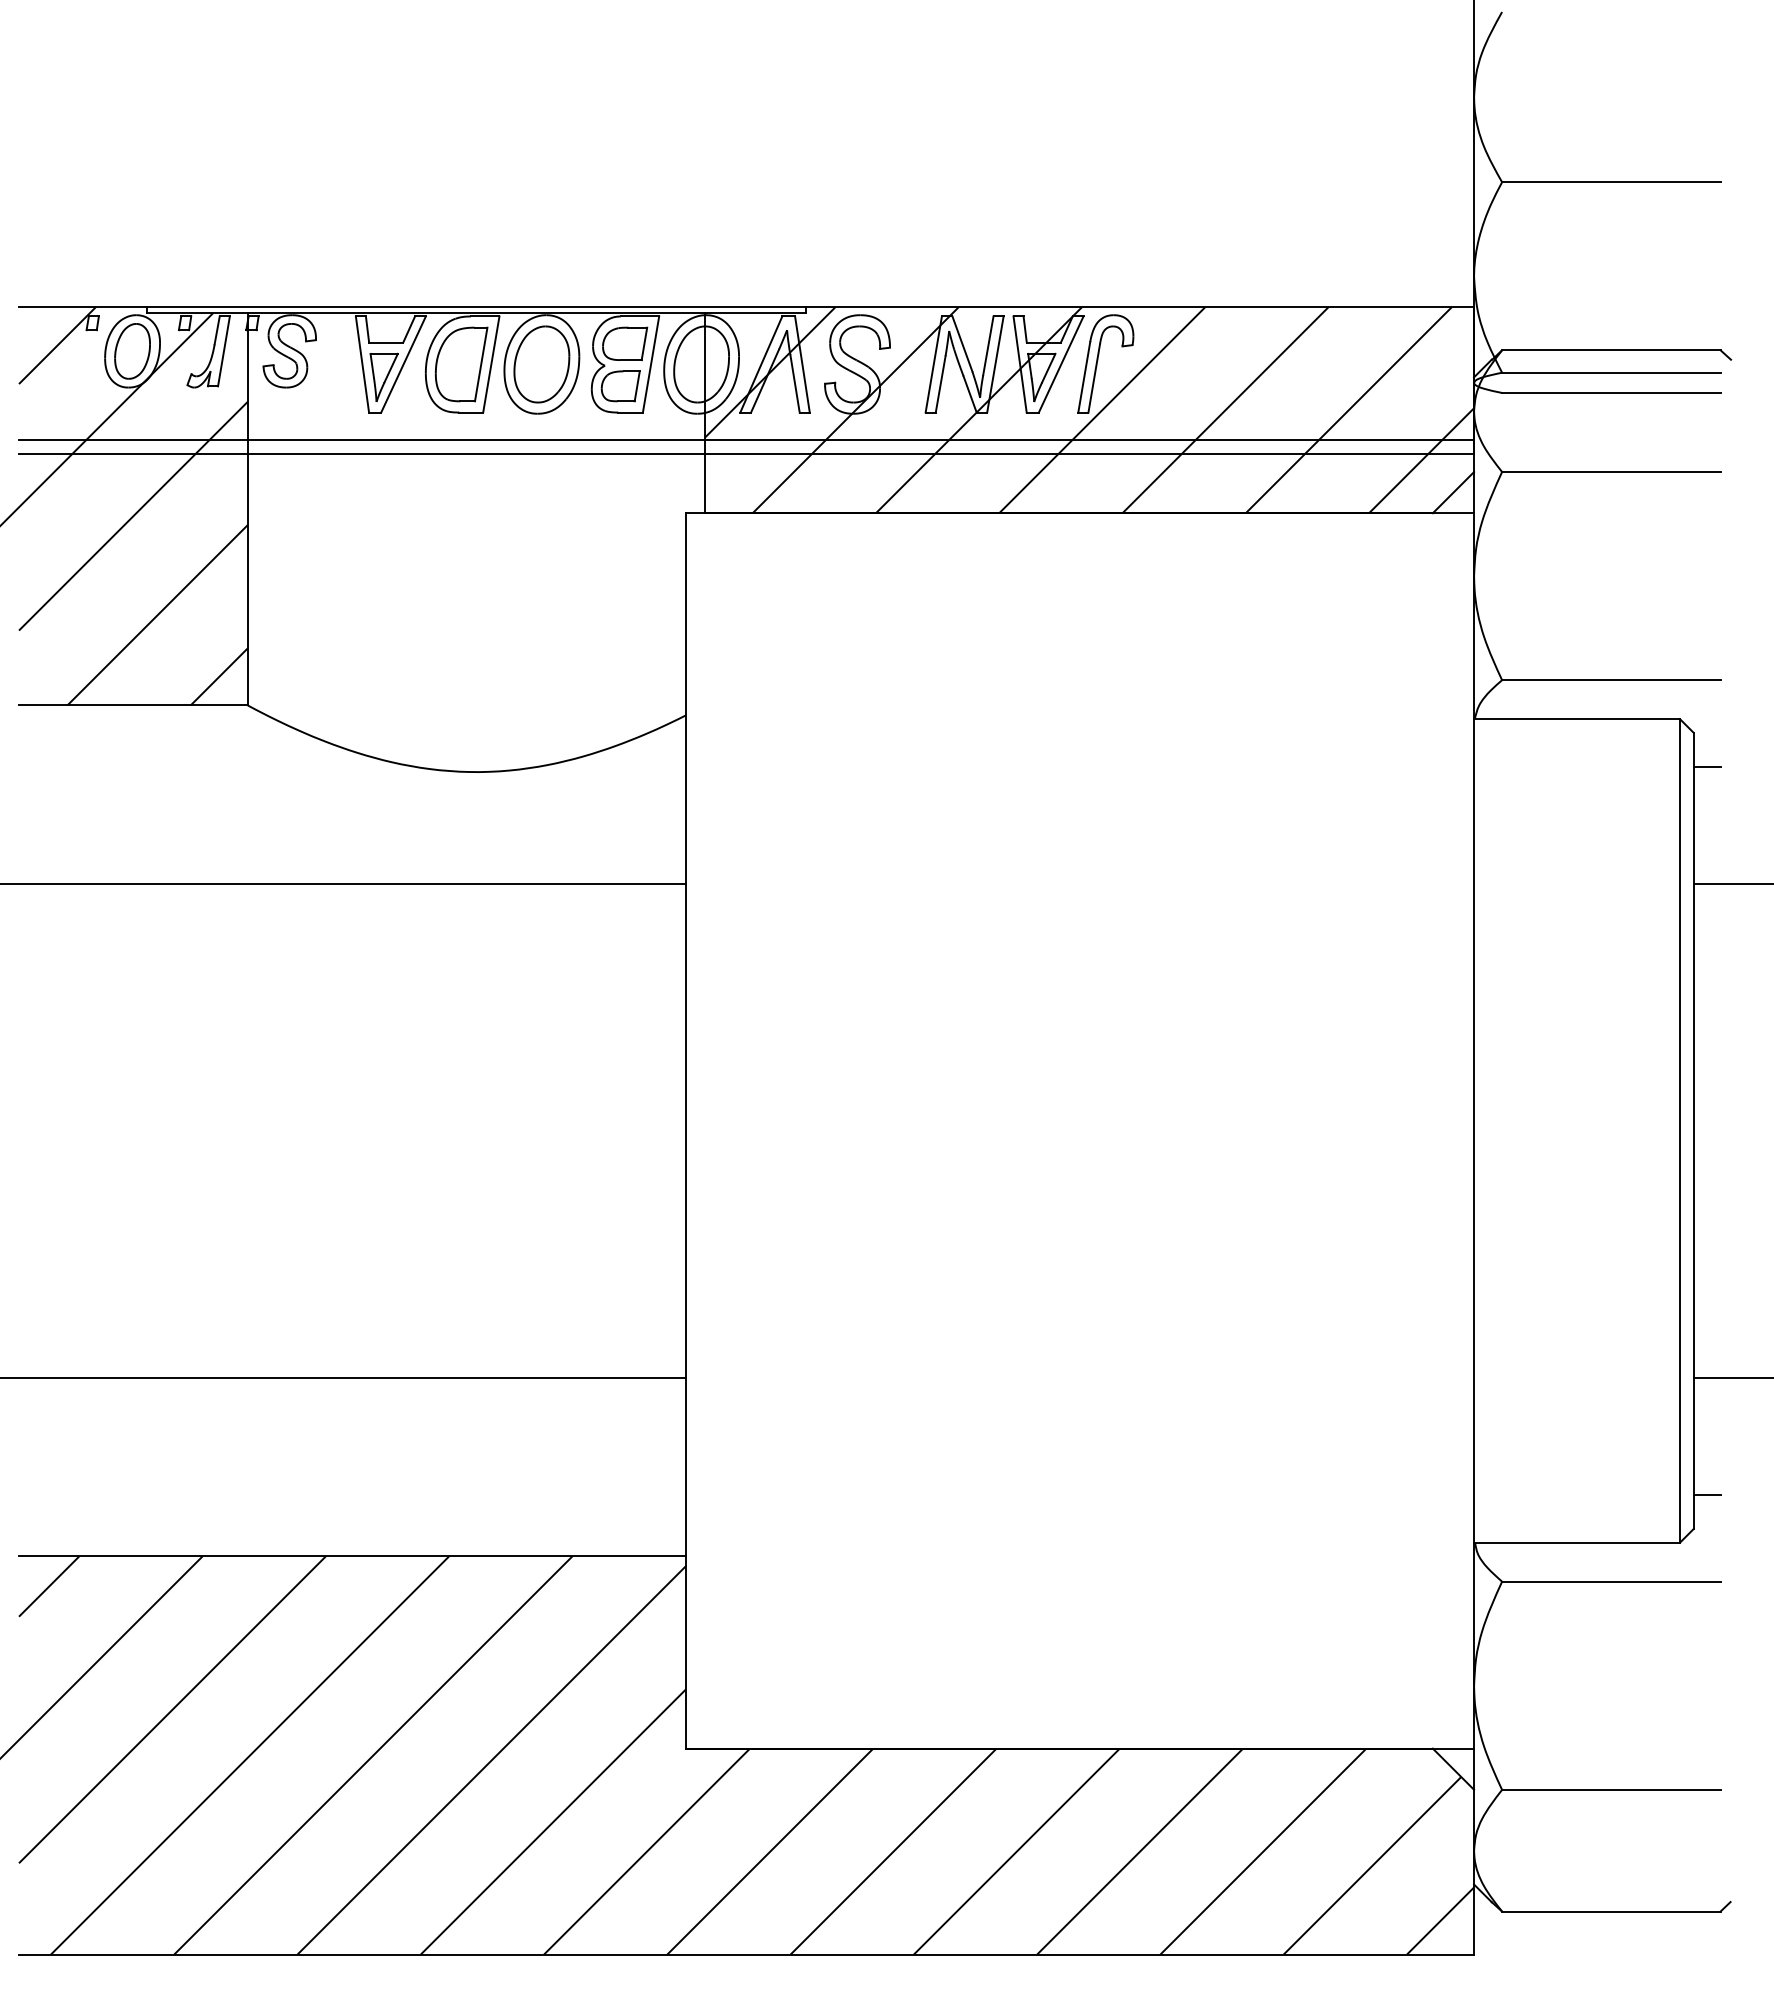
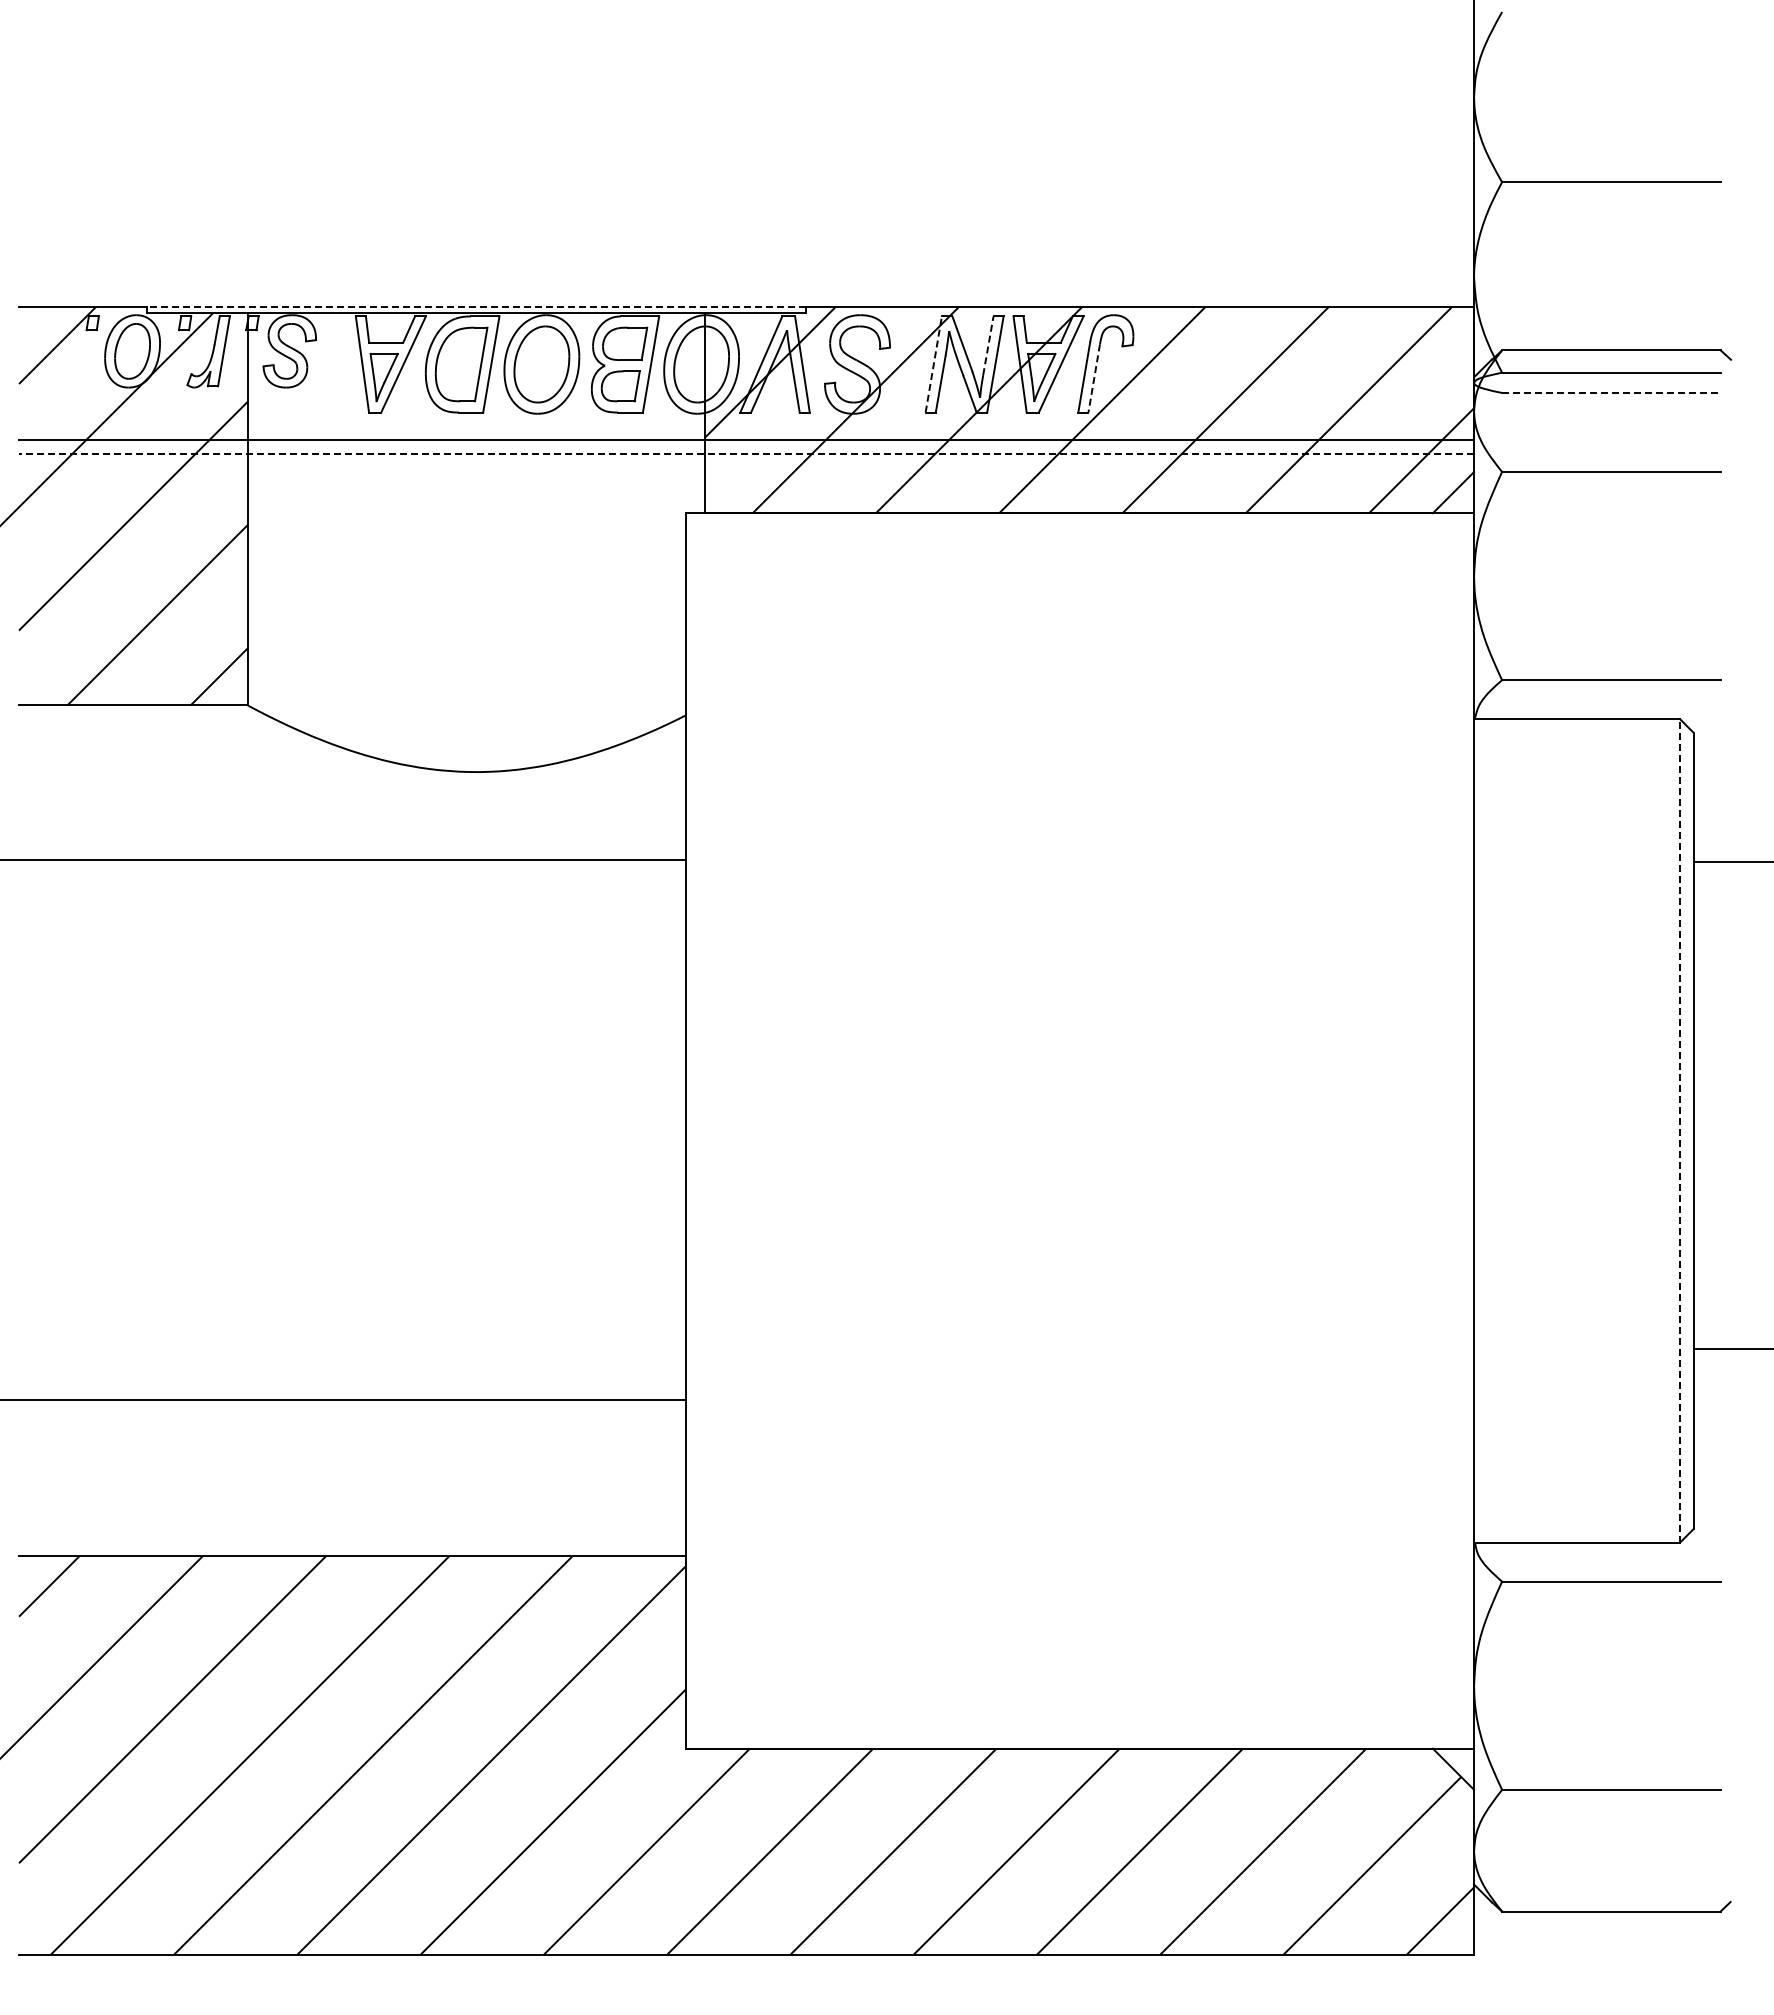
line at (475, 307): solid -> dashed
line at (988, 345): solid -> dashed
line at (933, 364): solid -> dashed
line at (1094, 379): solid -> dashed
line at (1611, 392): solid -> dashed
line at (746, 453): solid -> dashed
line at (1706, 766): present -> none
line at (344, 883) position: (344, 883) -> (344, 859)
line at (1731, 883) position: (1731, 883) -> (1731, 861)
line at (1679, 1130): solid -> dashed
line at (344, 1378) position: (344, 1378) -> (344, 1400)
line at (1731, 1378) position: (1731, 1378) -> (1731, 1349)
line at (1706, 1495): present -> none
